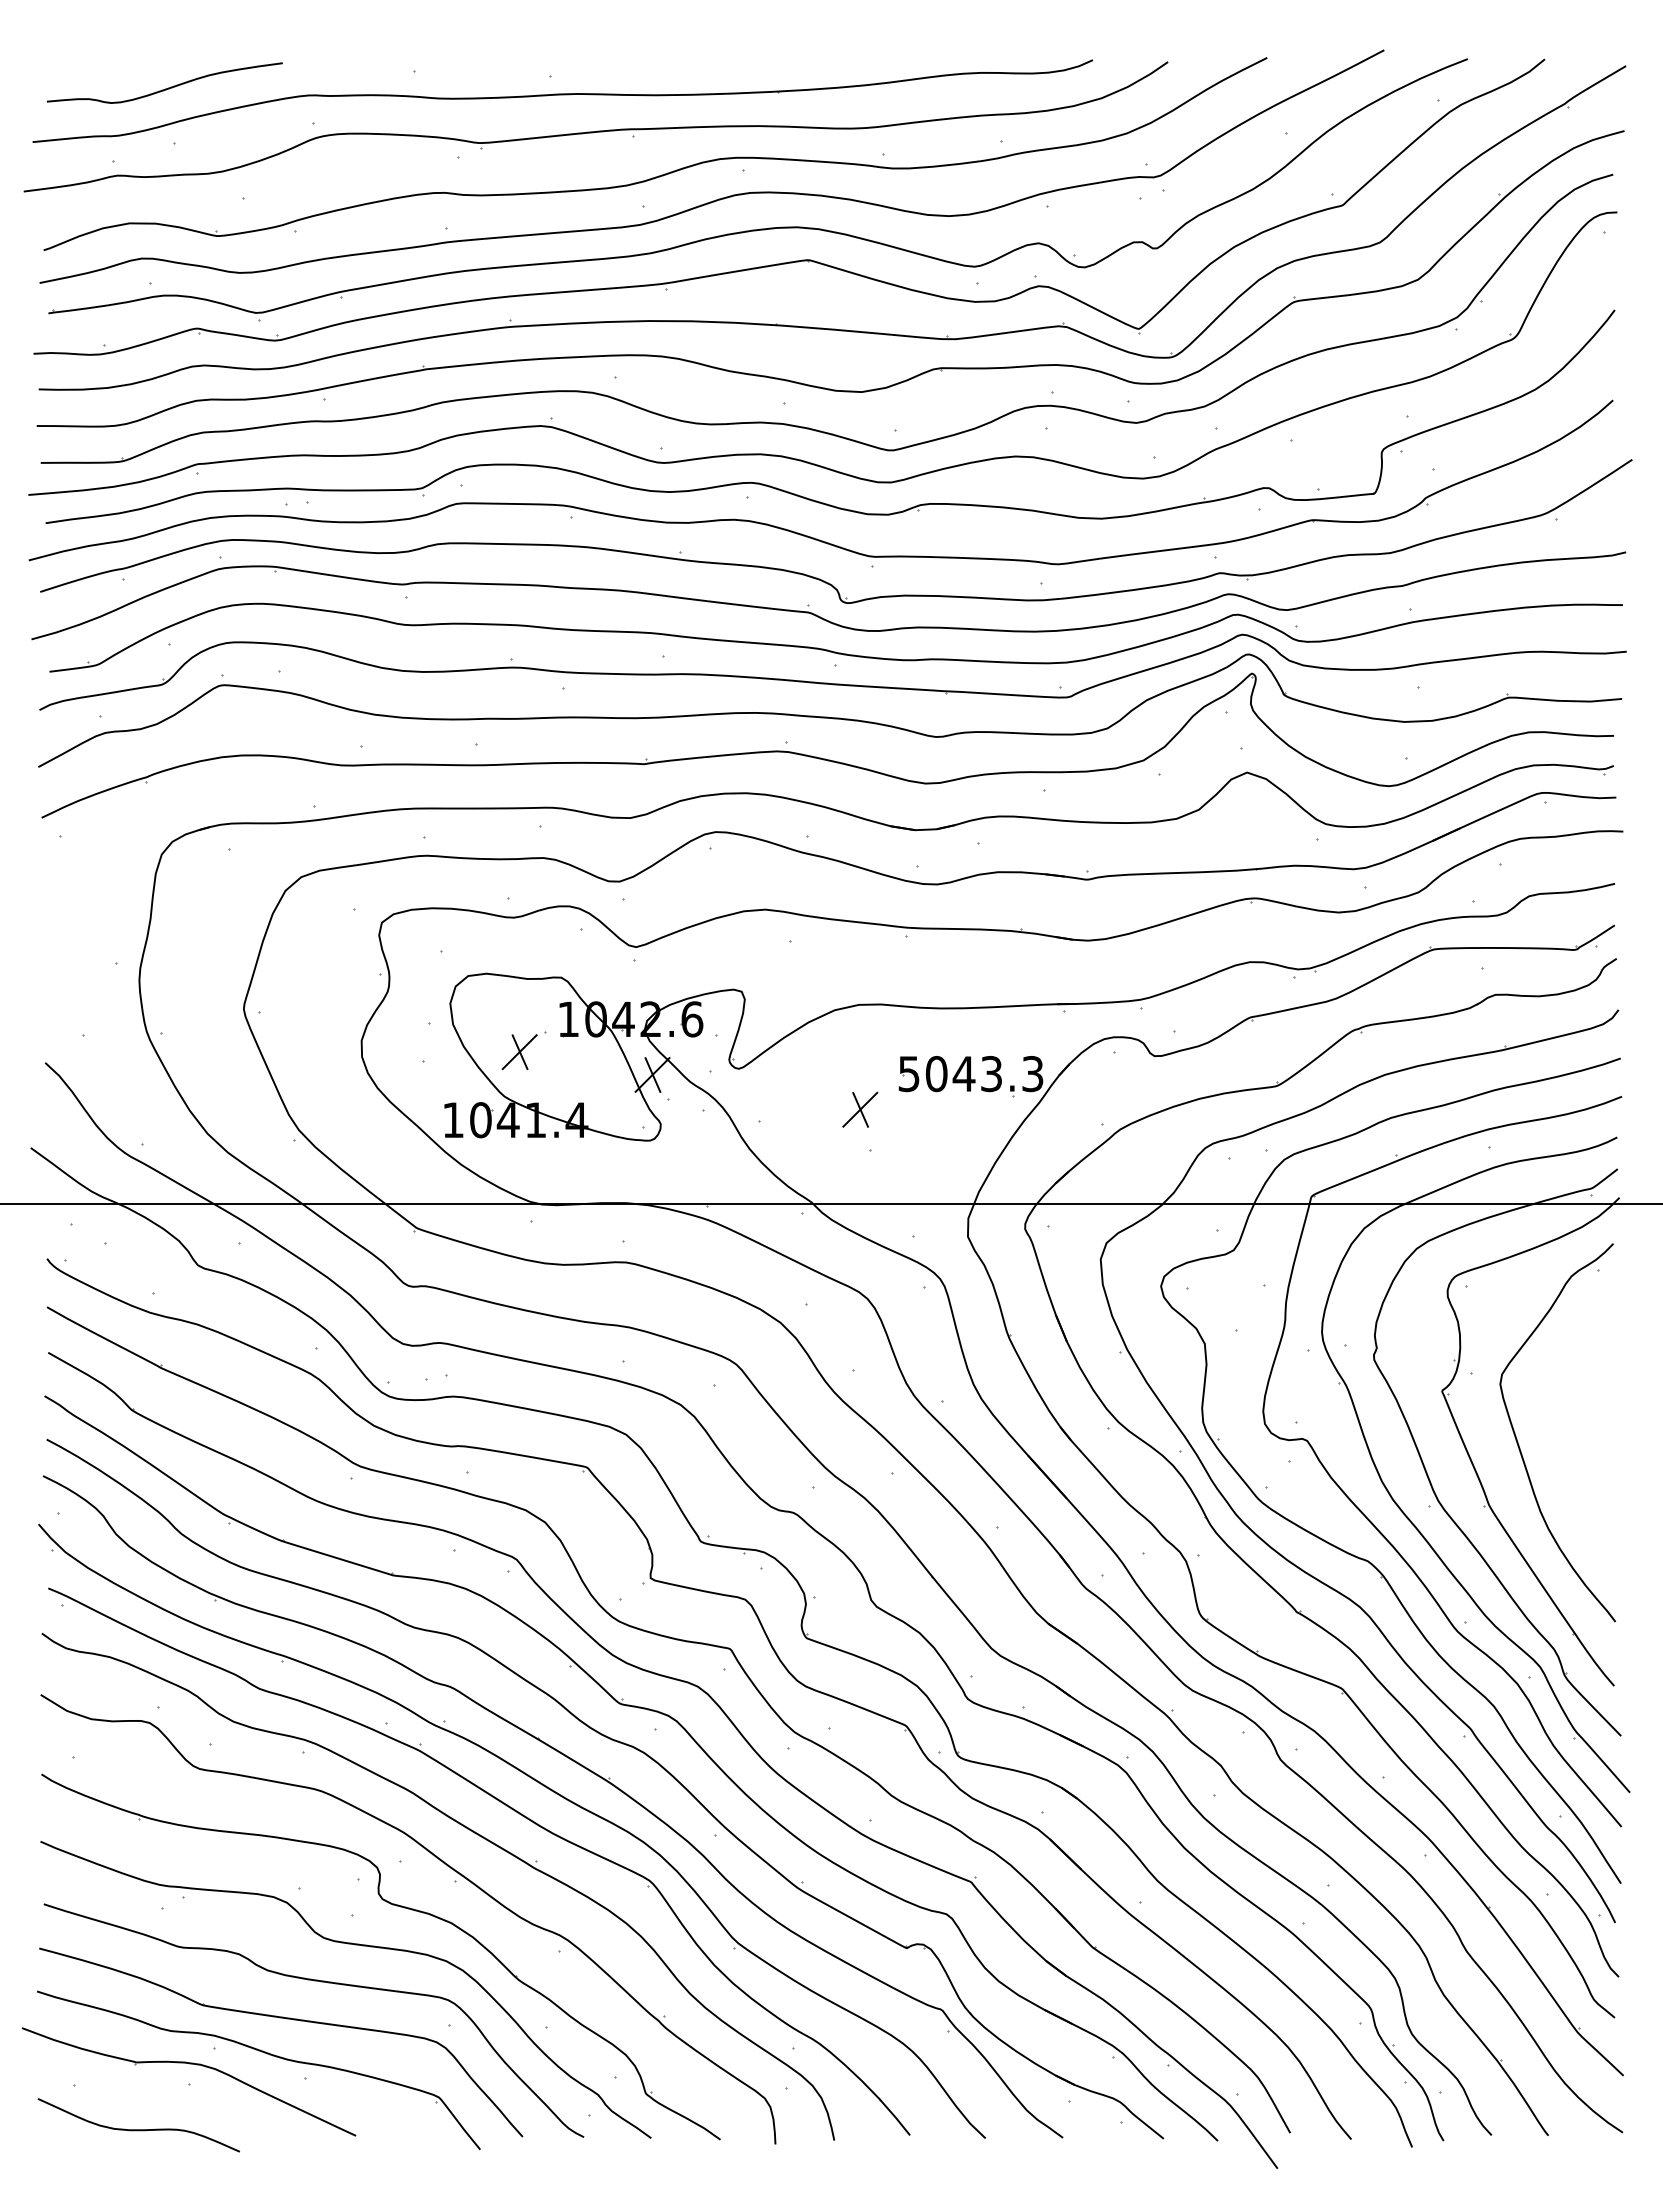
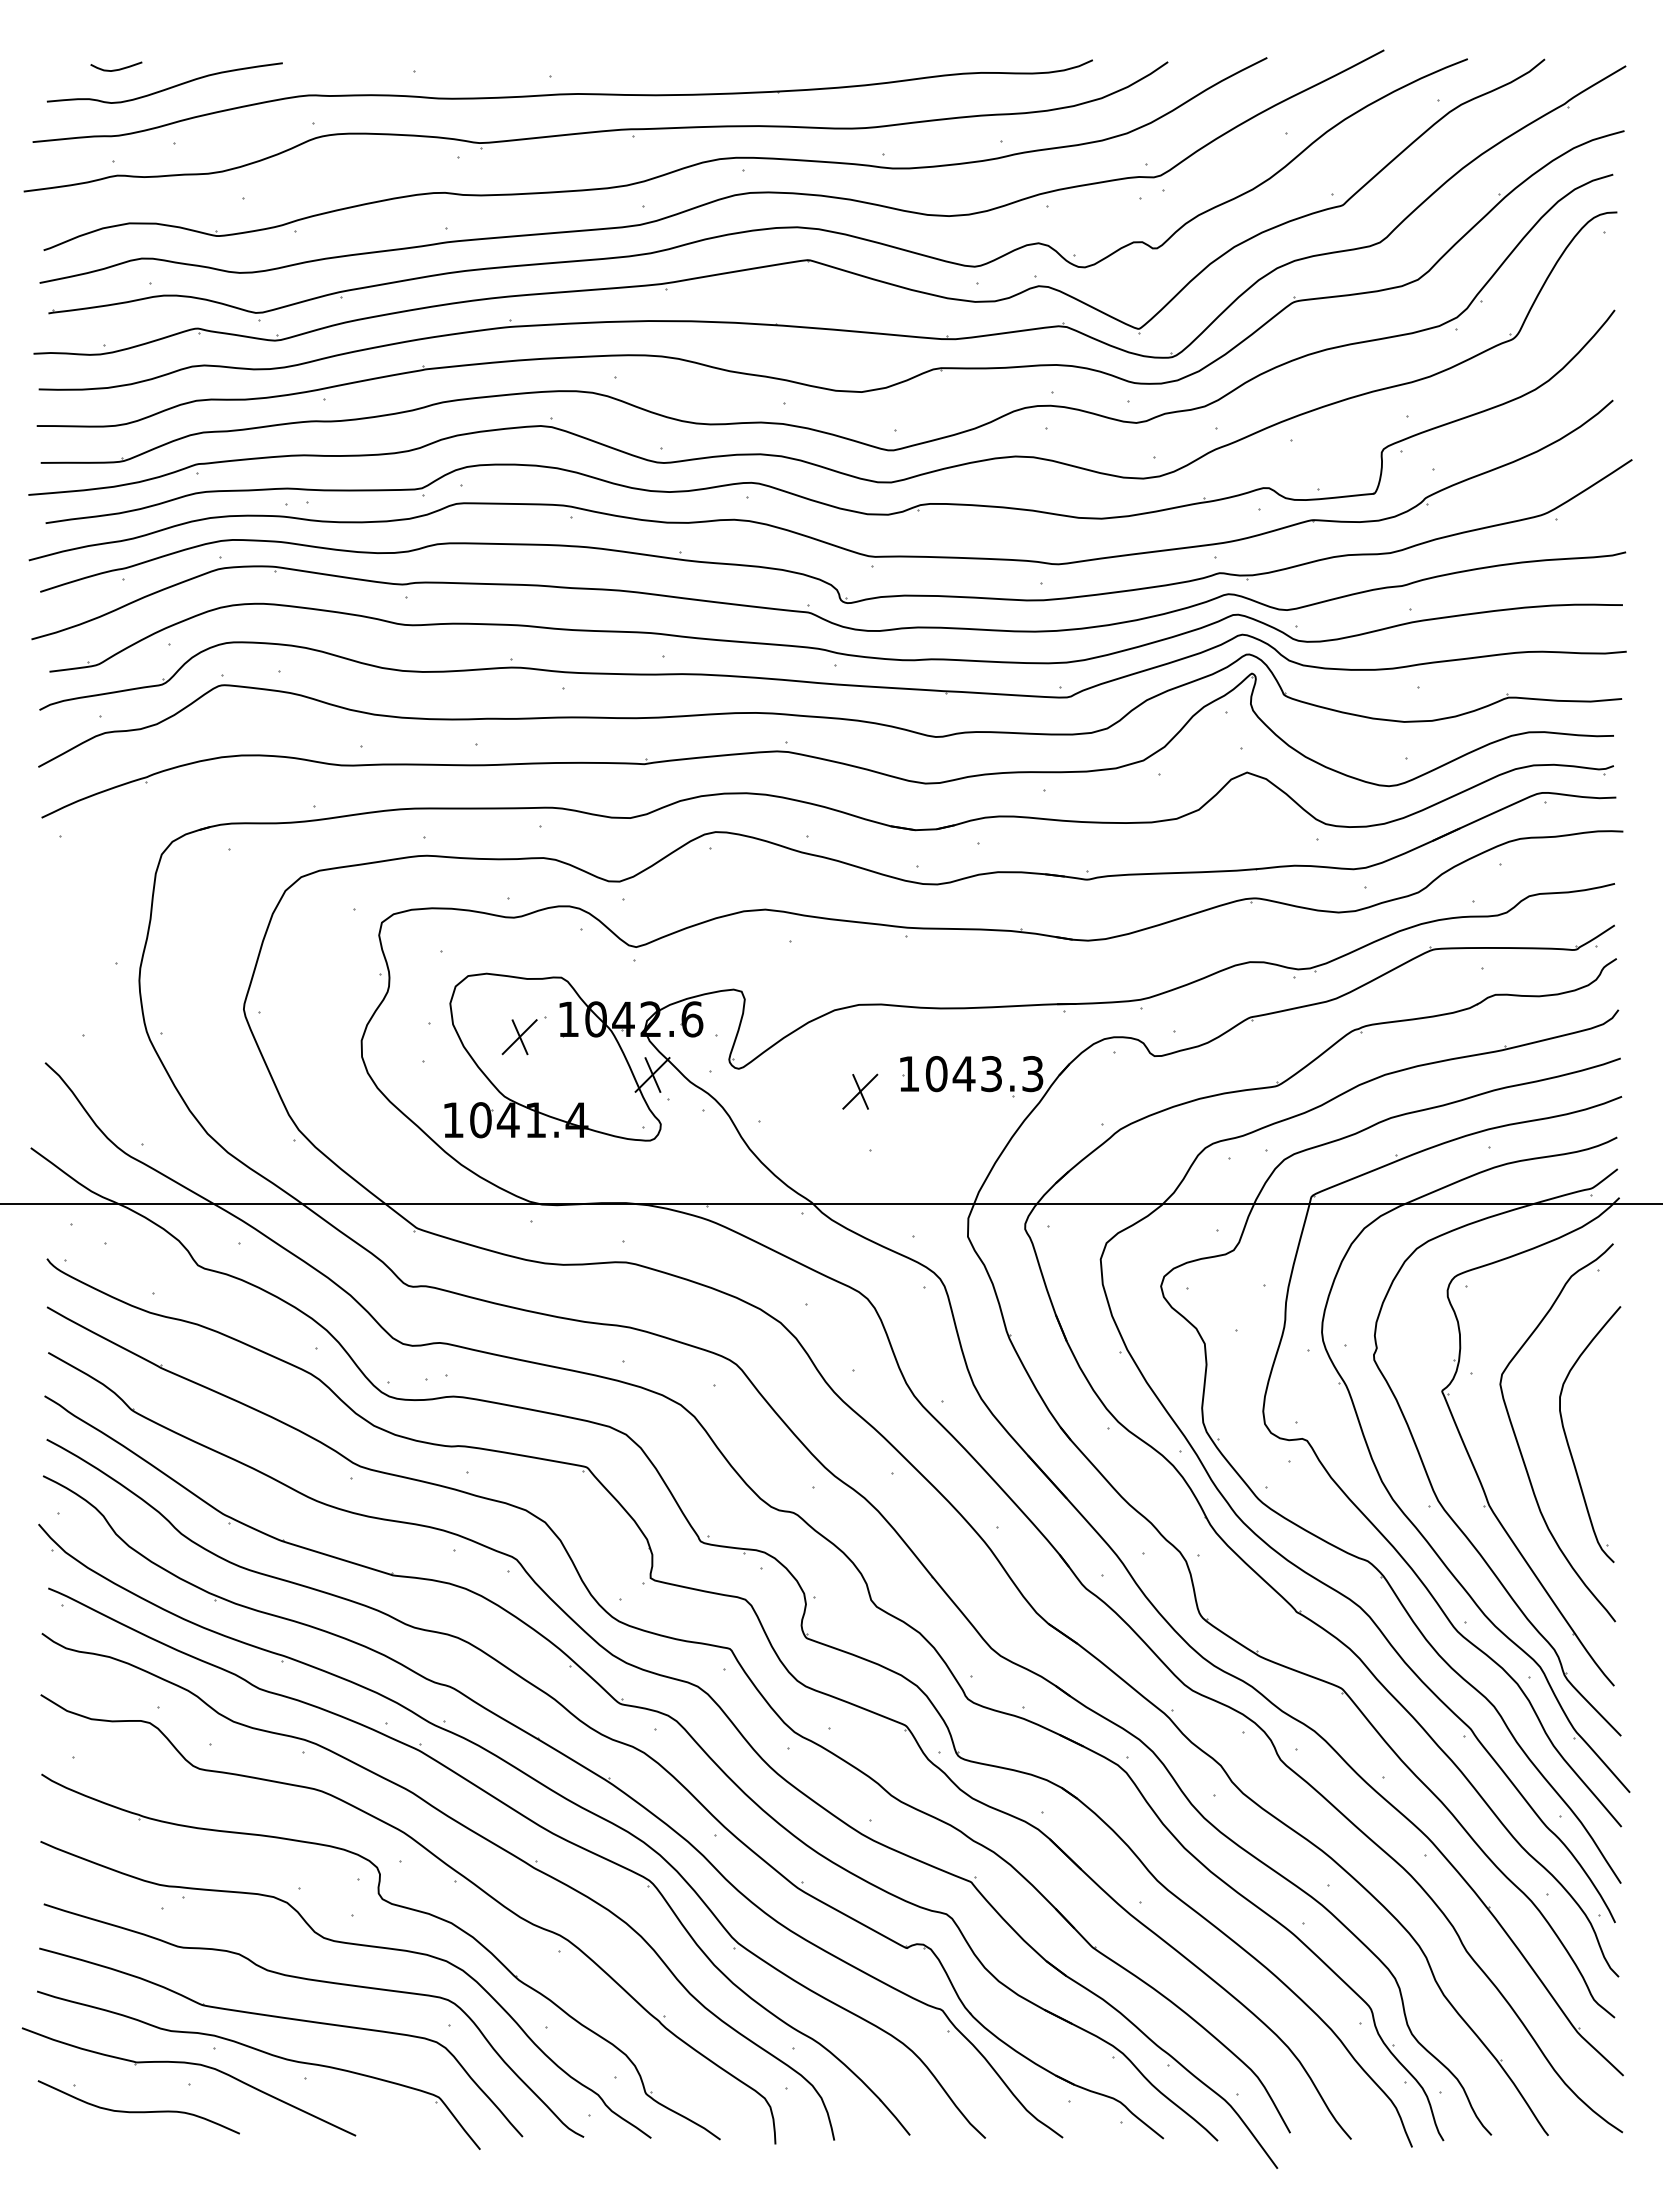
curve at (116, 69): none -> present
part at (523, 1050) position: (523, 1050) -> (523, 1035)
text at (908, 1074): 5043.3 -> 1043.3
part at (860, 1109) position: (860, 1109) -> (860, 1091)
part at (1568, 1441): none -> present
curve at (138, 2129) position: (138, 2129) -> (138, 2111)
